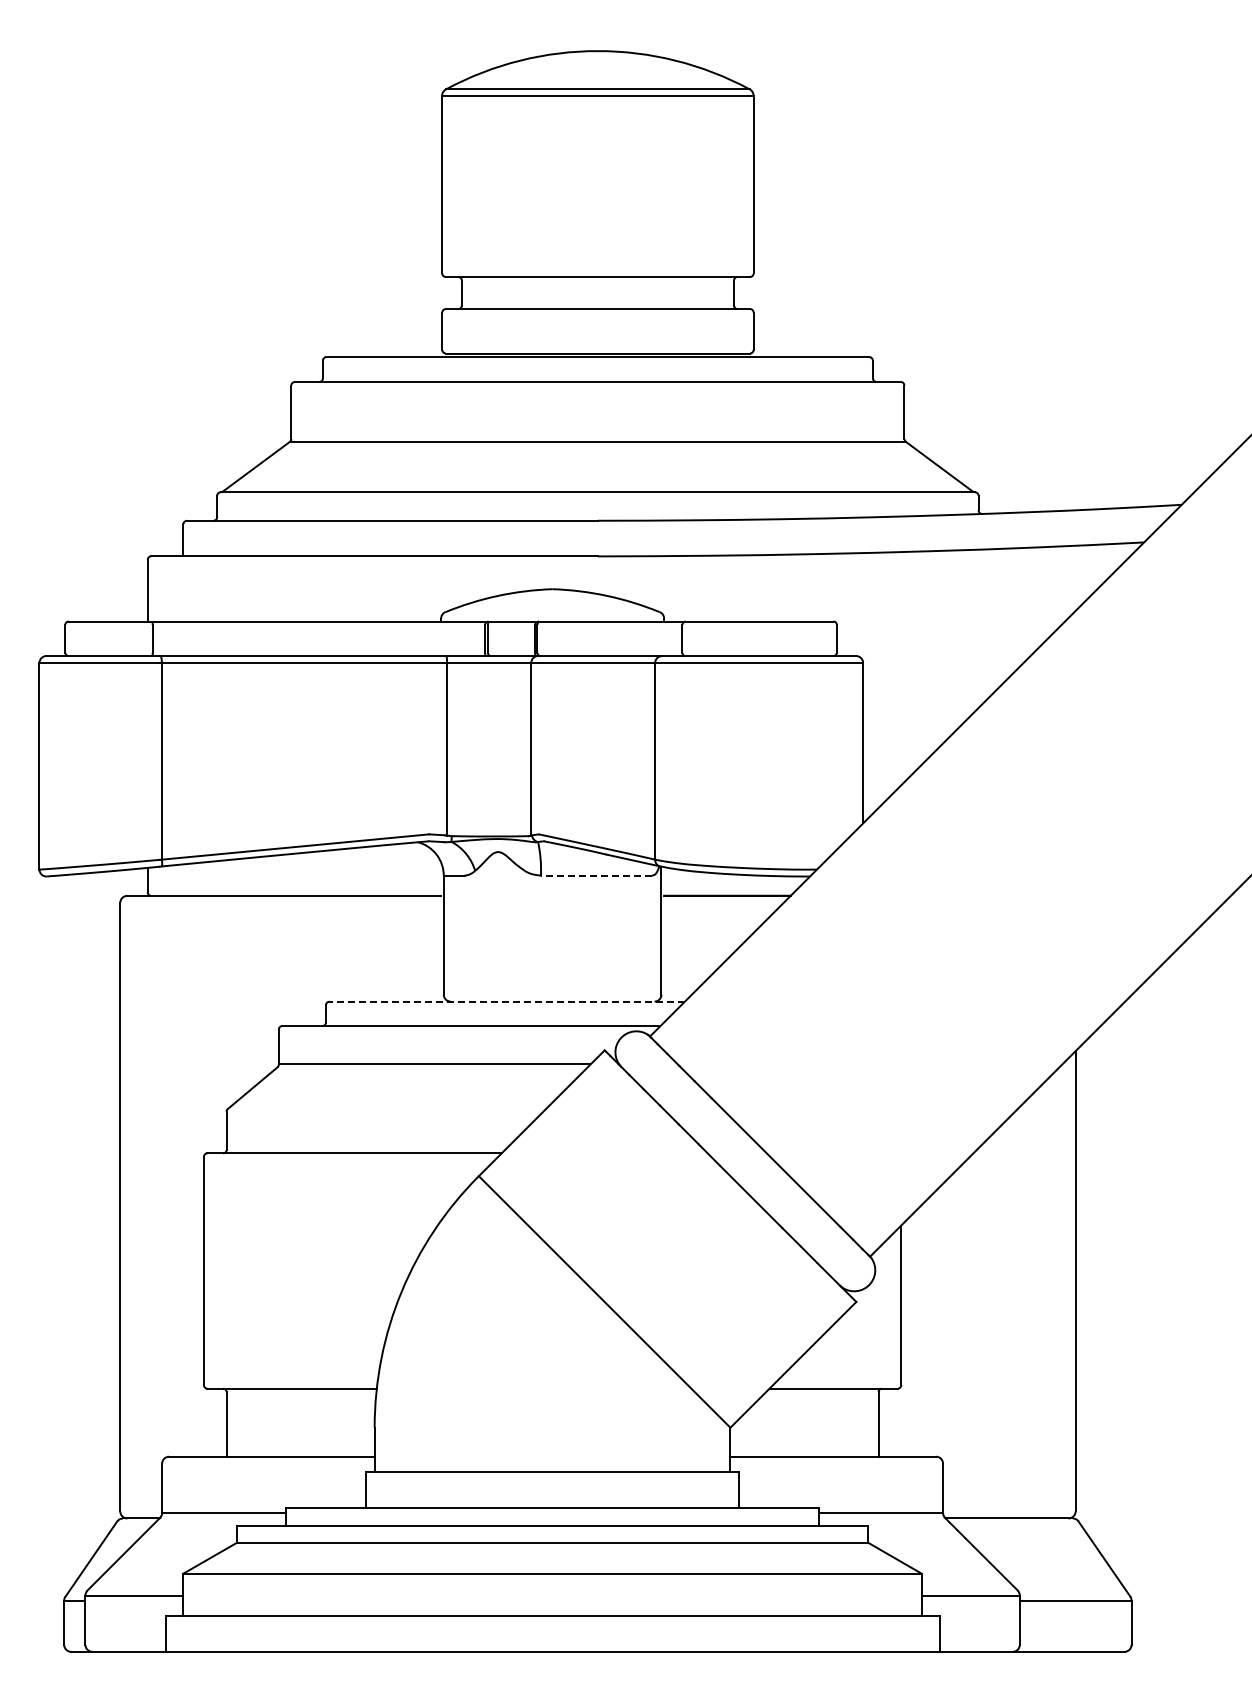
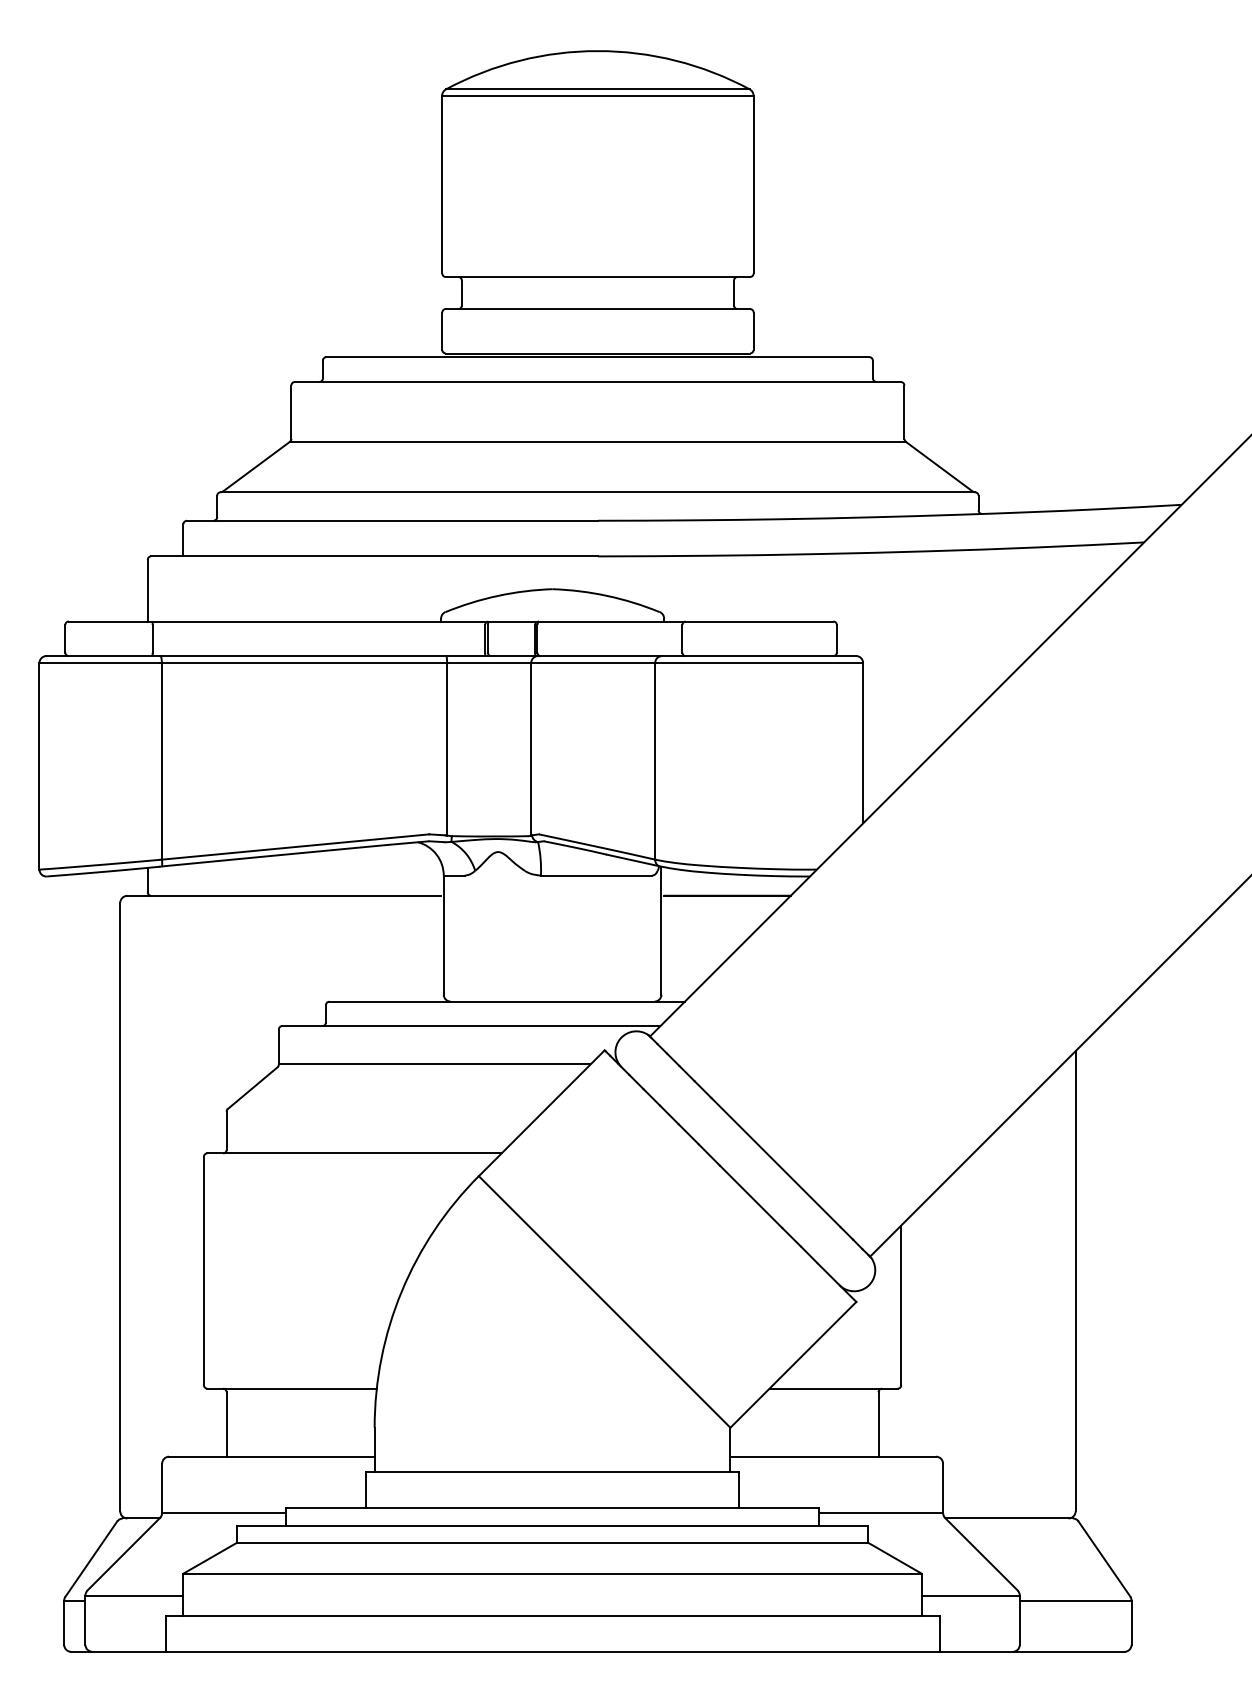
line at (596, 875): dashed -> solid
line at (507, 1001): dashed -> solid
